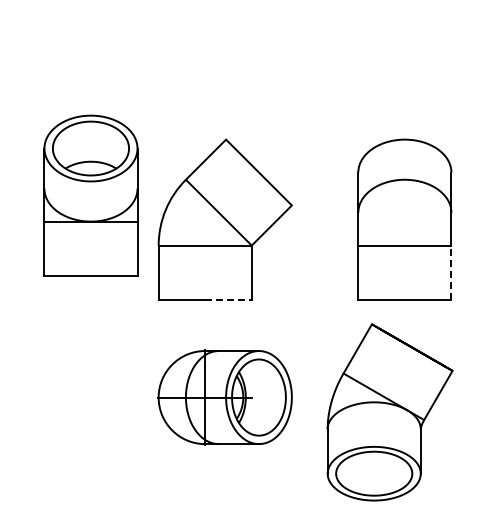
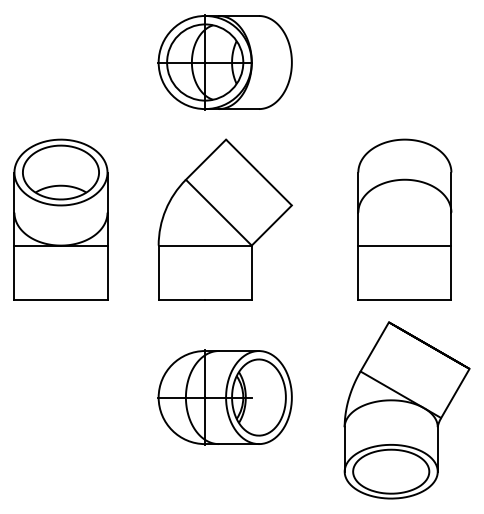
part at (224, 62): none -> present
part at (90, 195) position: (90, 195) -> (60, 219)
line at (451, 272): dashed -> solid
line at (228, 300): dashed -> solid
part at (389, 412) position: (389, 412) -> (406, 410)
